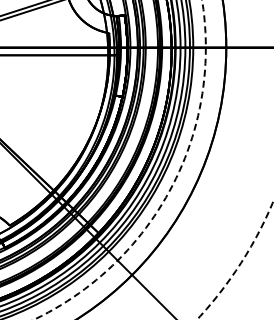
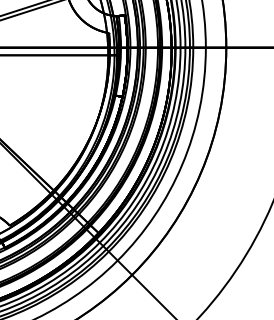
circle at (119, 159): dashed -> solid
arc at (240, 263): dashed -> solid
